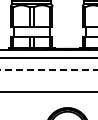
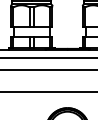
line at (48, 70): dashed -> solid
